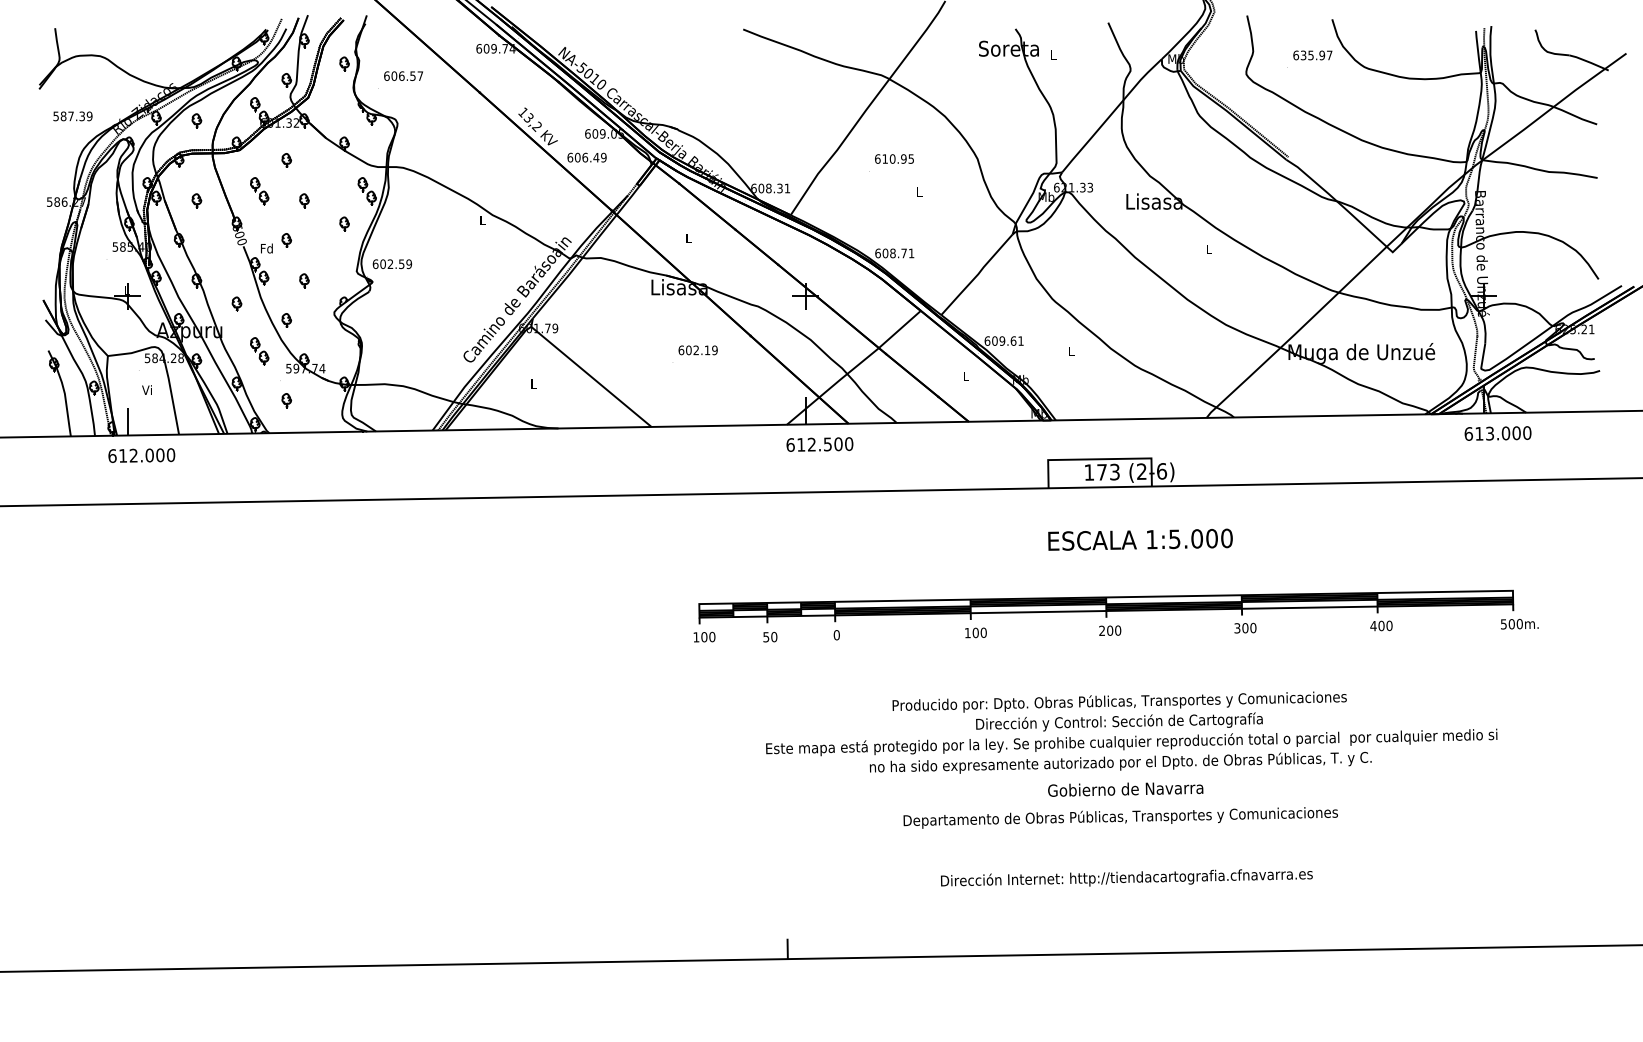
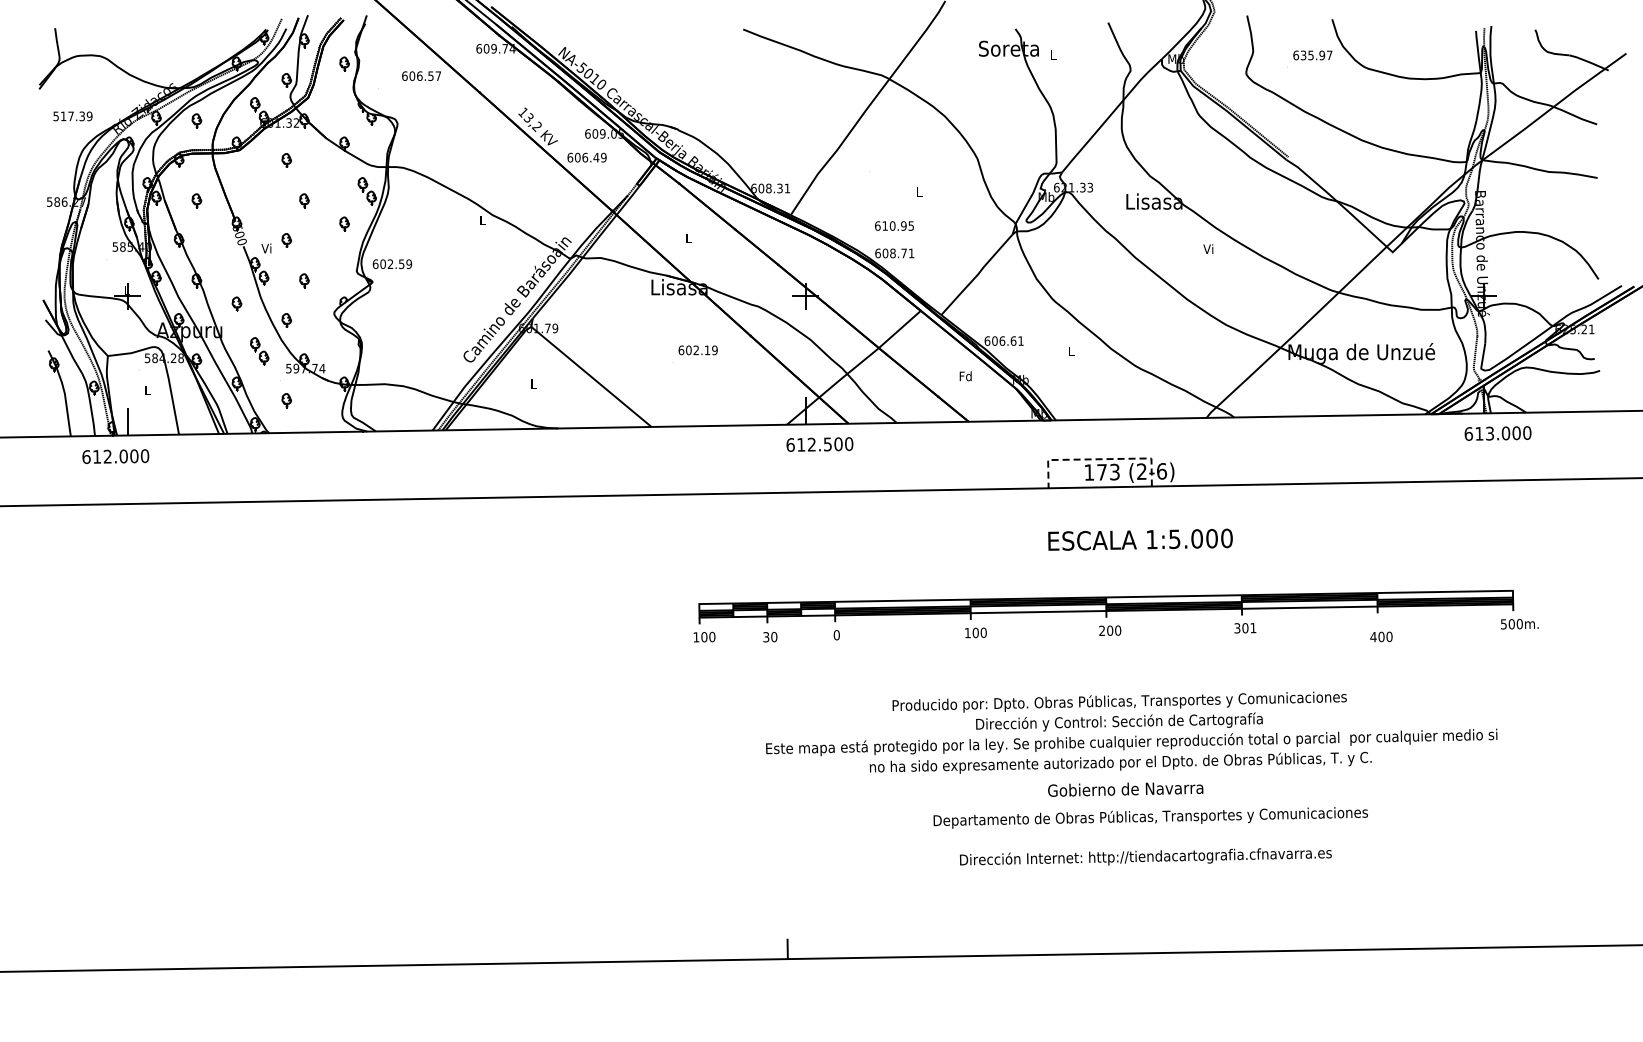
text at (403, 75) position: (403, 75) -> (421, 75)
text at (63, 116): 587.39 -> 517.39
text at (894, 158) position: (894, 158) -> (894, 225)
part at (259, 191): present -> none
text at (266, 248): Fd -> Vi
text at (1208, 248): L -> Vi
text at (1002, 340): 609.61 -> 606.61
text at (965, 376): L -> Fd
text at (146, 389): Vi -> L
text at (141, 455) position: (141, 455) -> (115, 456)
line at (1099, 459): solid -> dashed
text at (1381, 625) position: (1381, 625) -> (1381, 636)
text at (1253, 627): 300 -> 301
text at (766, 636): 50 -> 30
text at (1120, 817) position: (1120, 817) -> (1150, 817)
text at (1126, 877) position: (1126, 877) -> (1145, 856)
